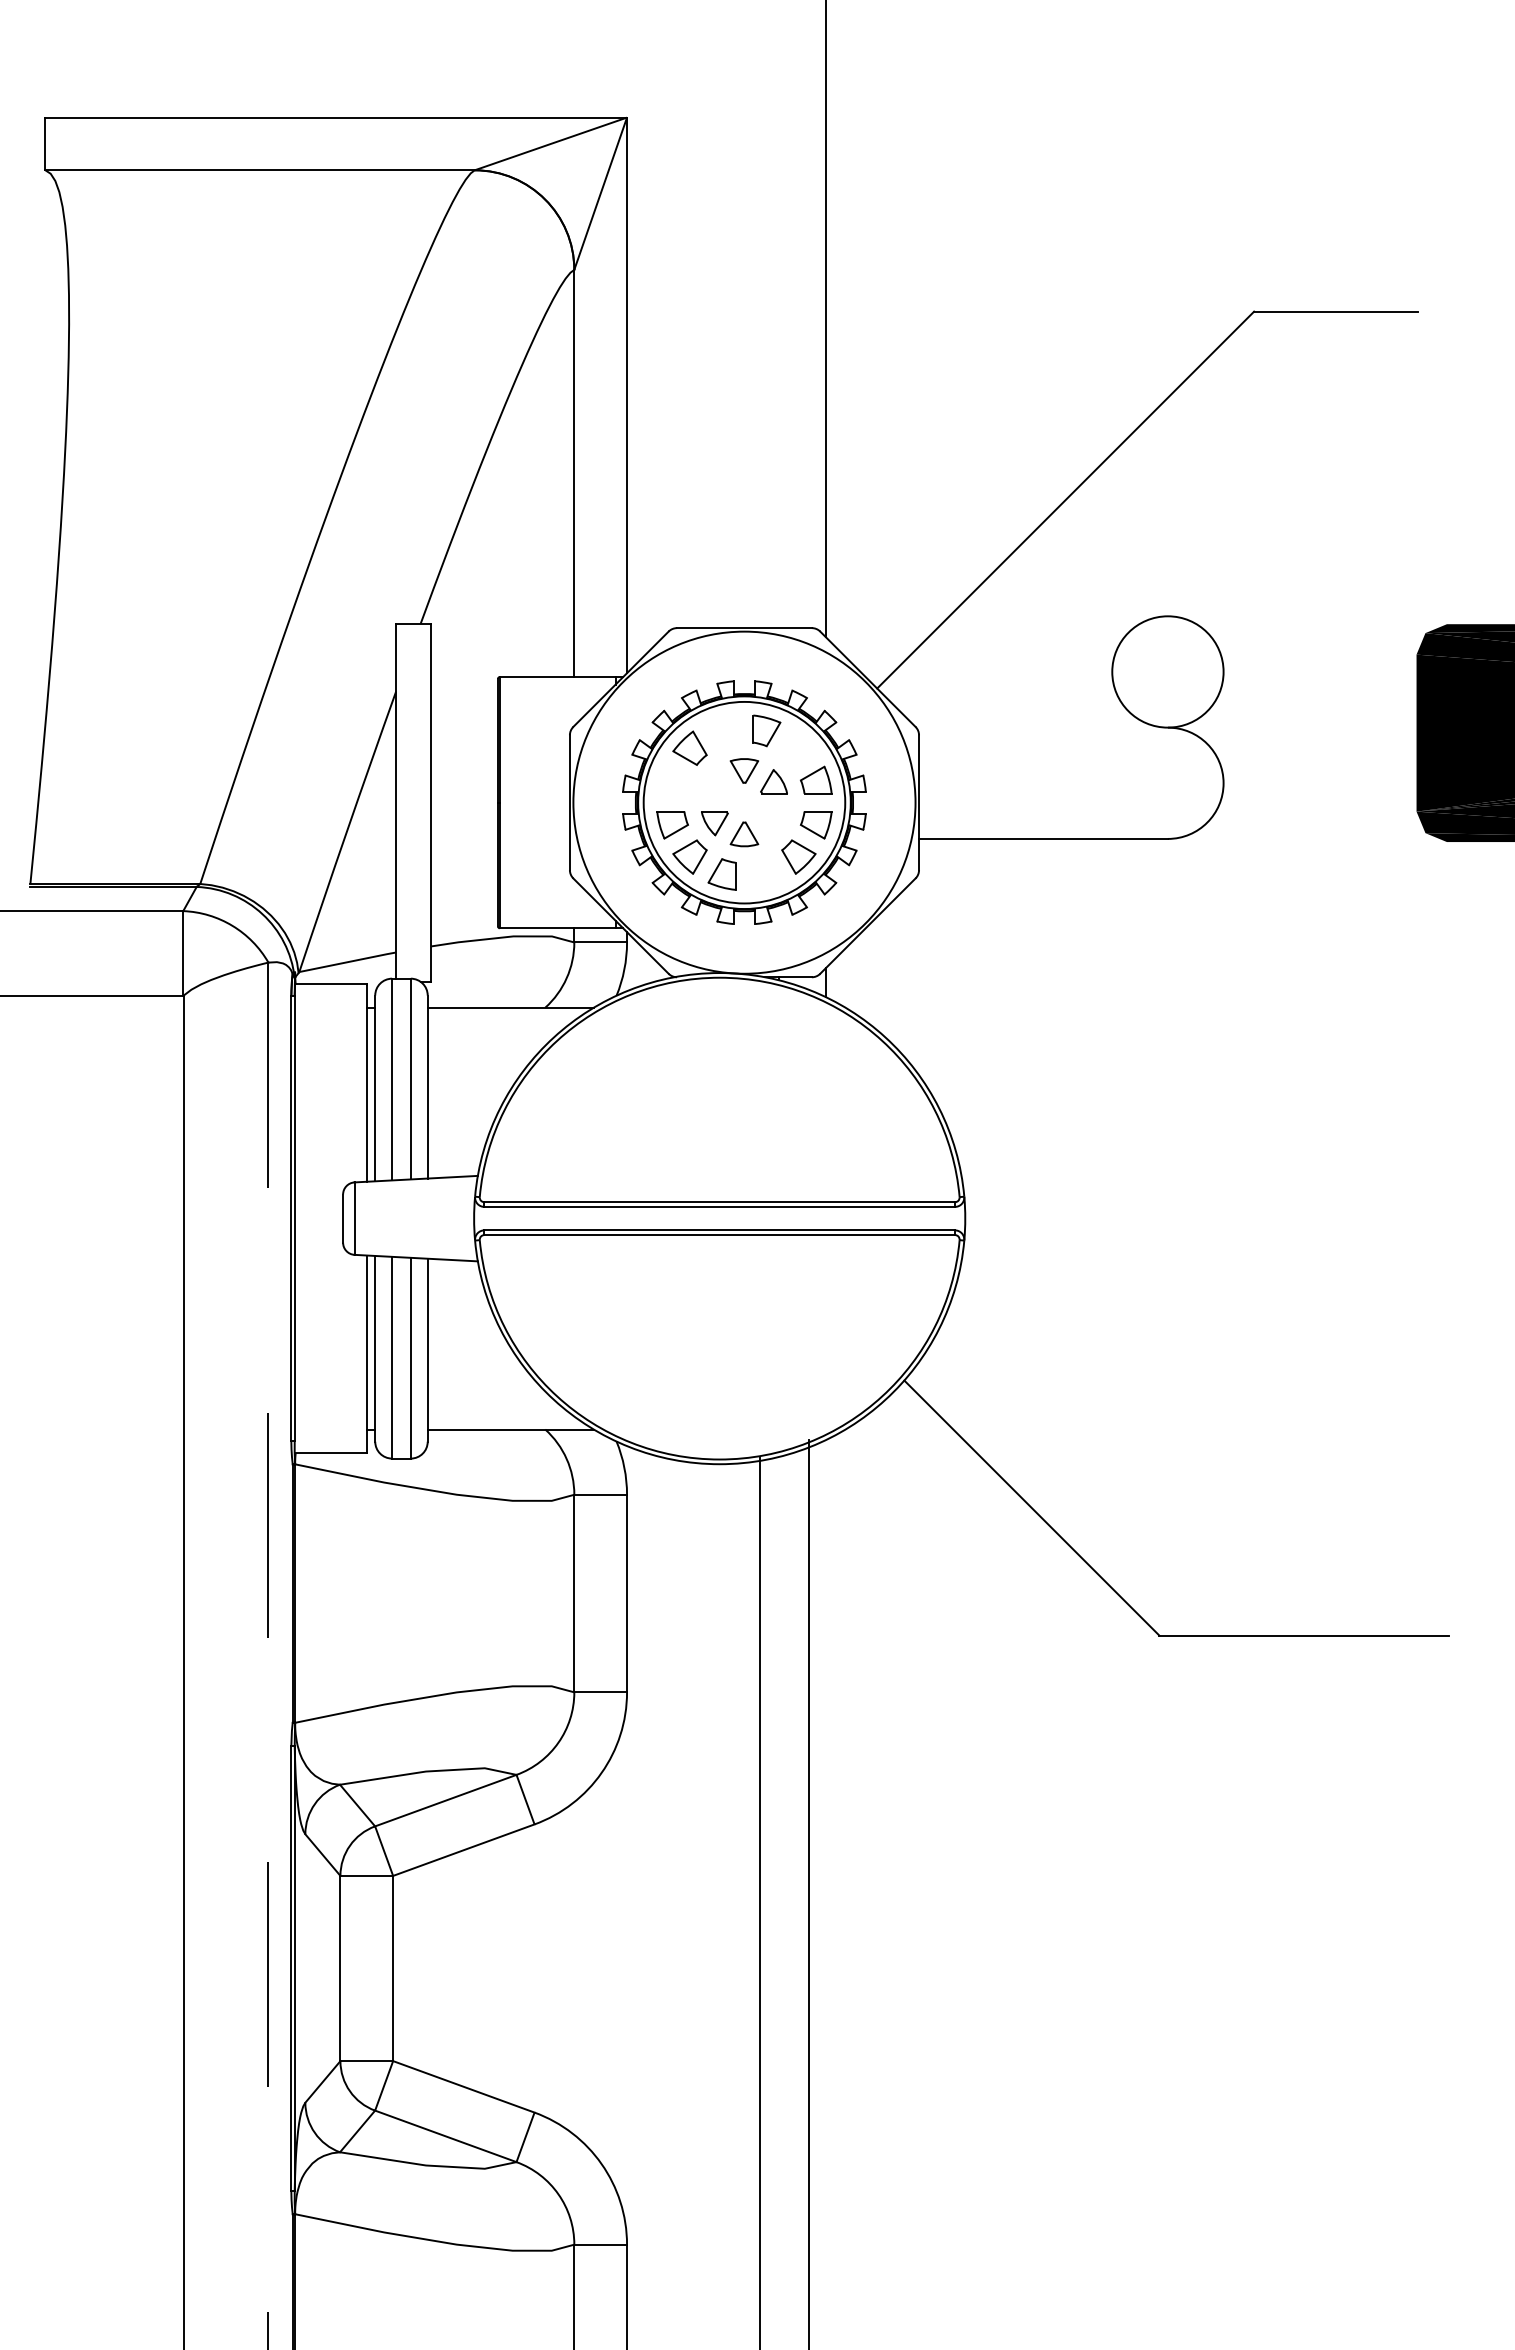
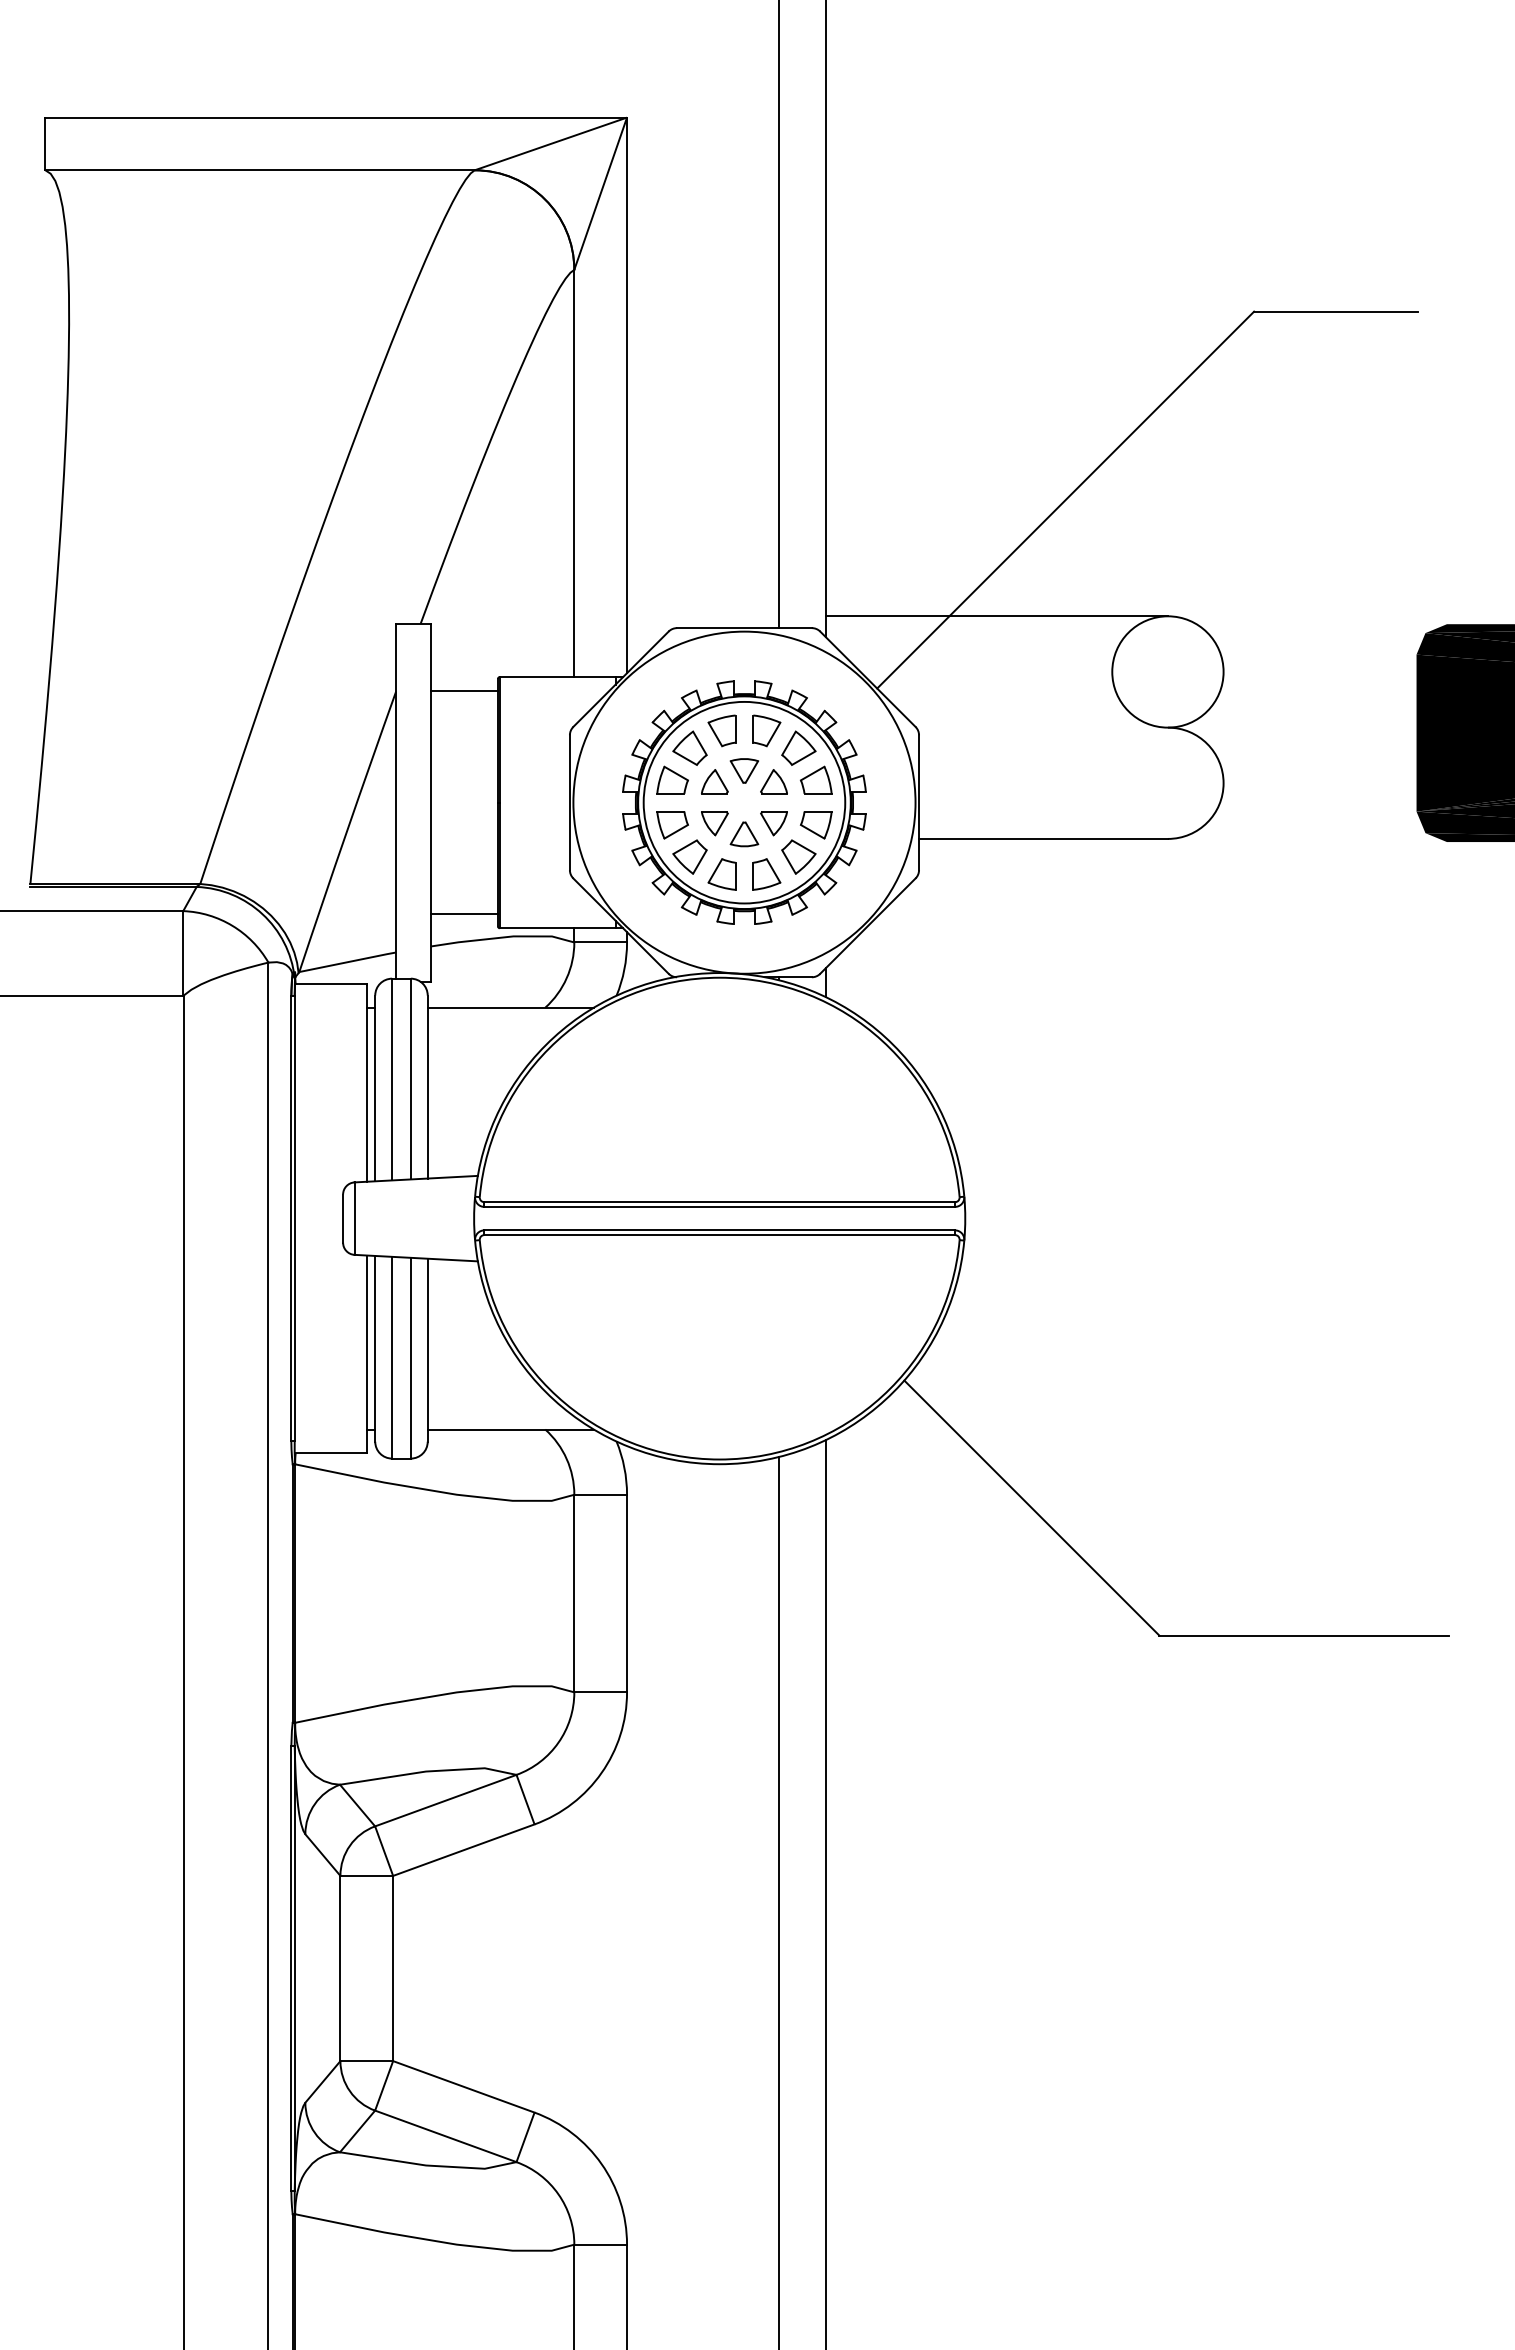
line at (779, 315): none -> present
line at (996, 616): none -> present
line at (464, 691): none -> present
part at (721, 730): none -> present
part at (798, 747): none -> present
part at (672, 779): none -> present
part at (714, 781): none -> present
part at (773, 823): none -> present
part at (766, 874): none -> present
line at (464, 914): none -> present
line at (268, 1656): dashed -> solid
line at (809, 1893) position: (809, 1893) -> (826, 1893)
line at (760, 1901) position: (760, 1901) -> (779, 1901)
